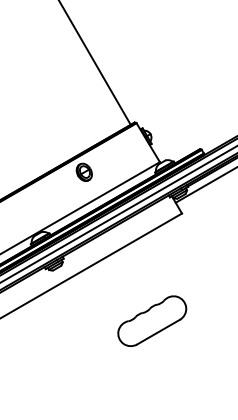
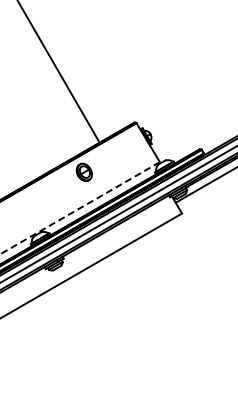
line at (95, 63) position: (95, 63) -> (58, 72)
line at (80, 208): solid -> dashed
part at (152, 320): present -> none
